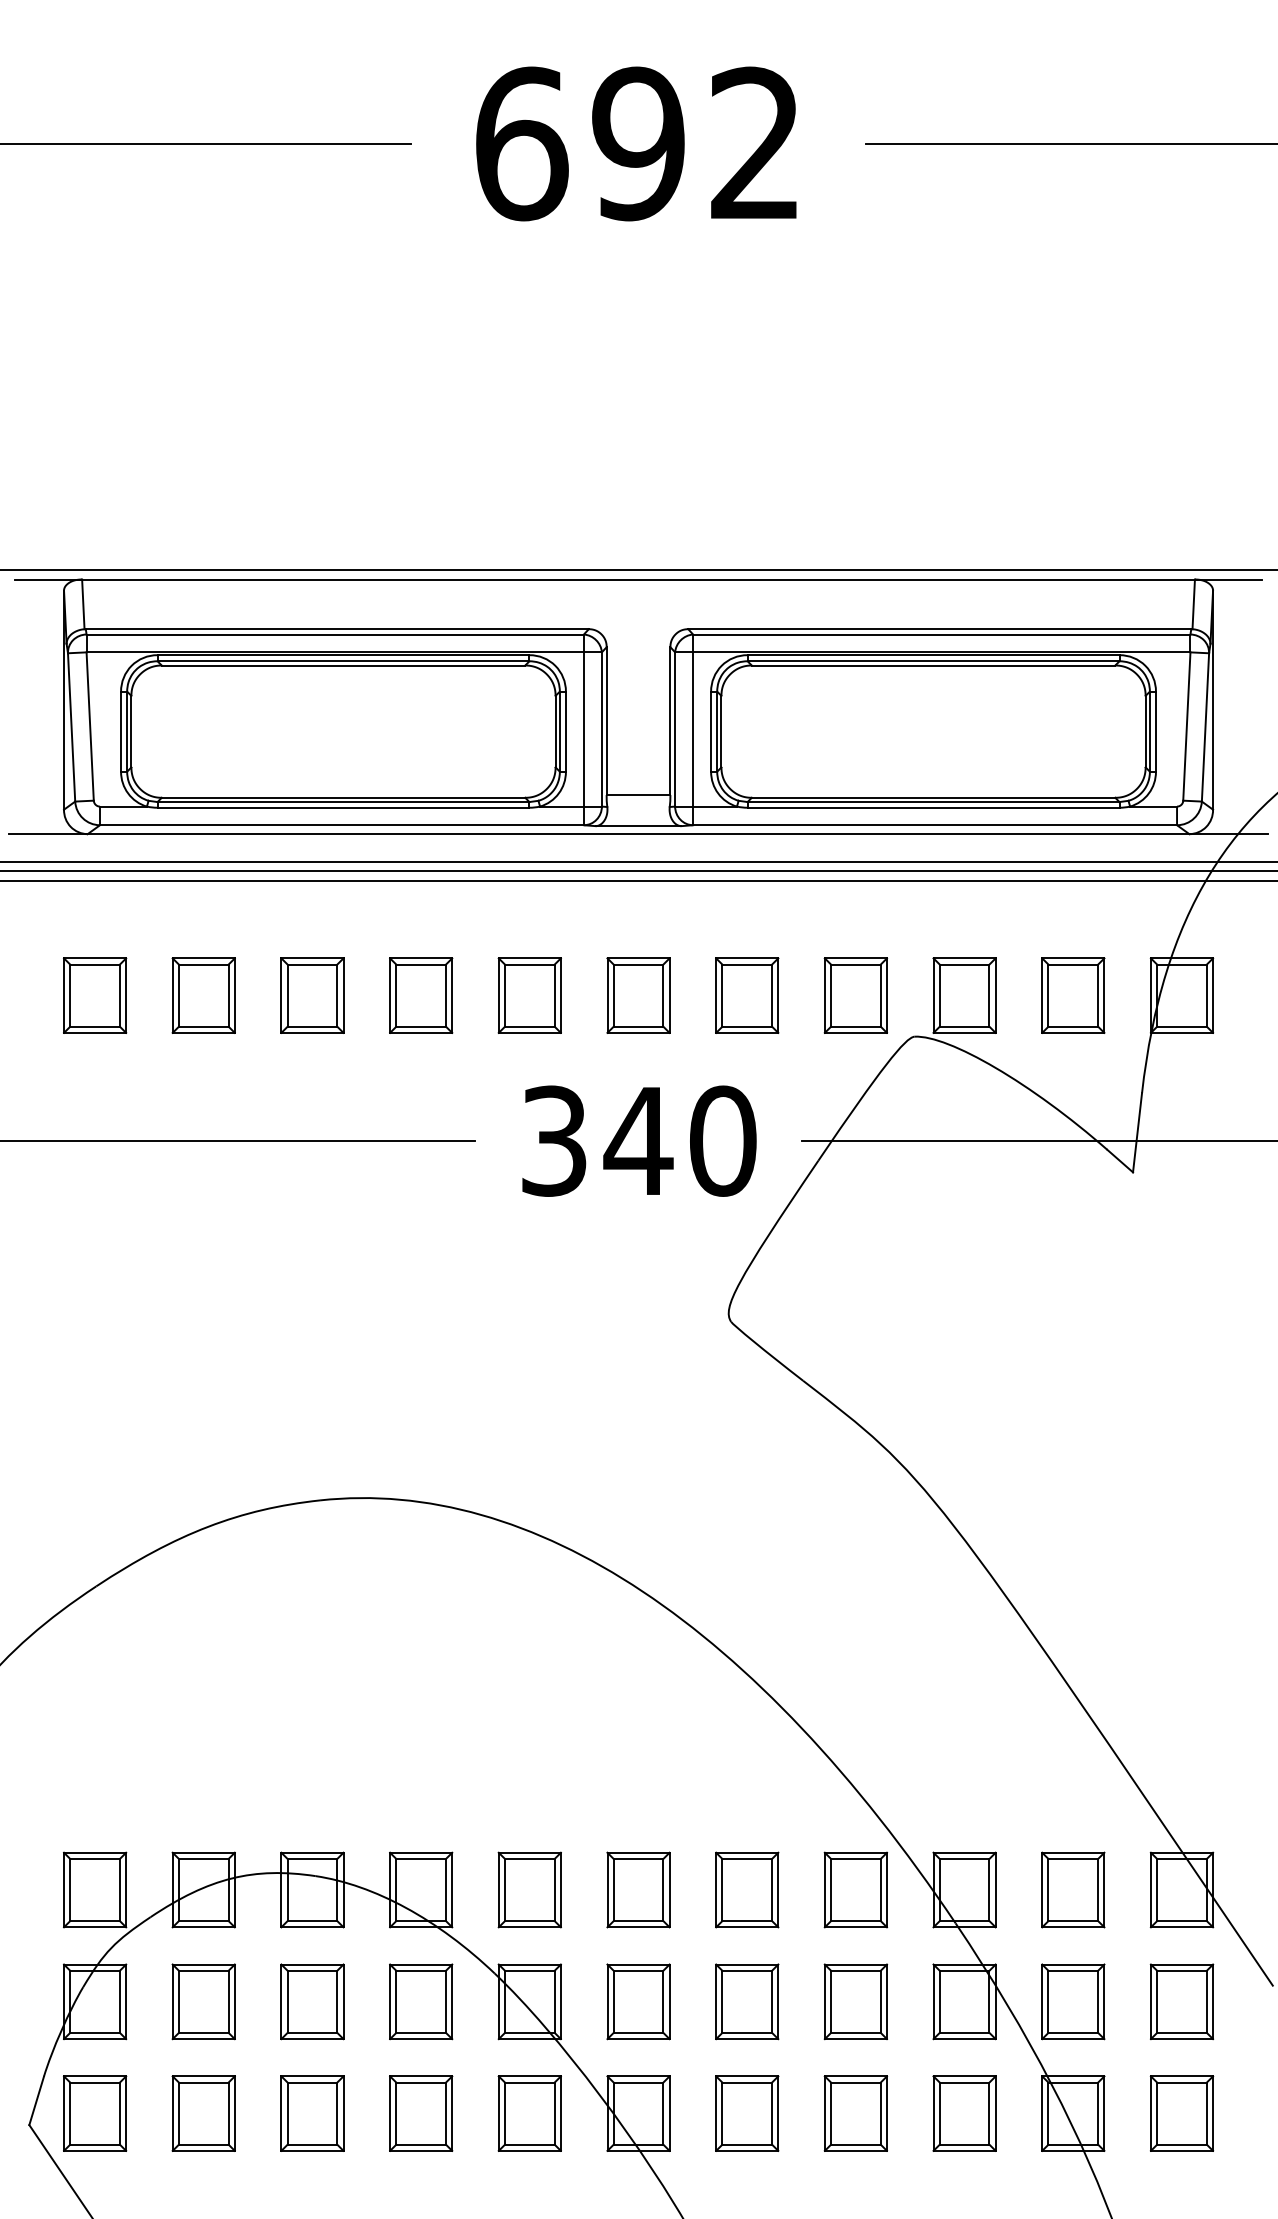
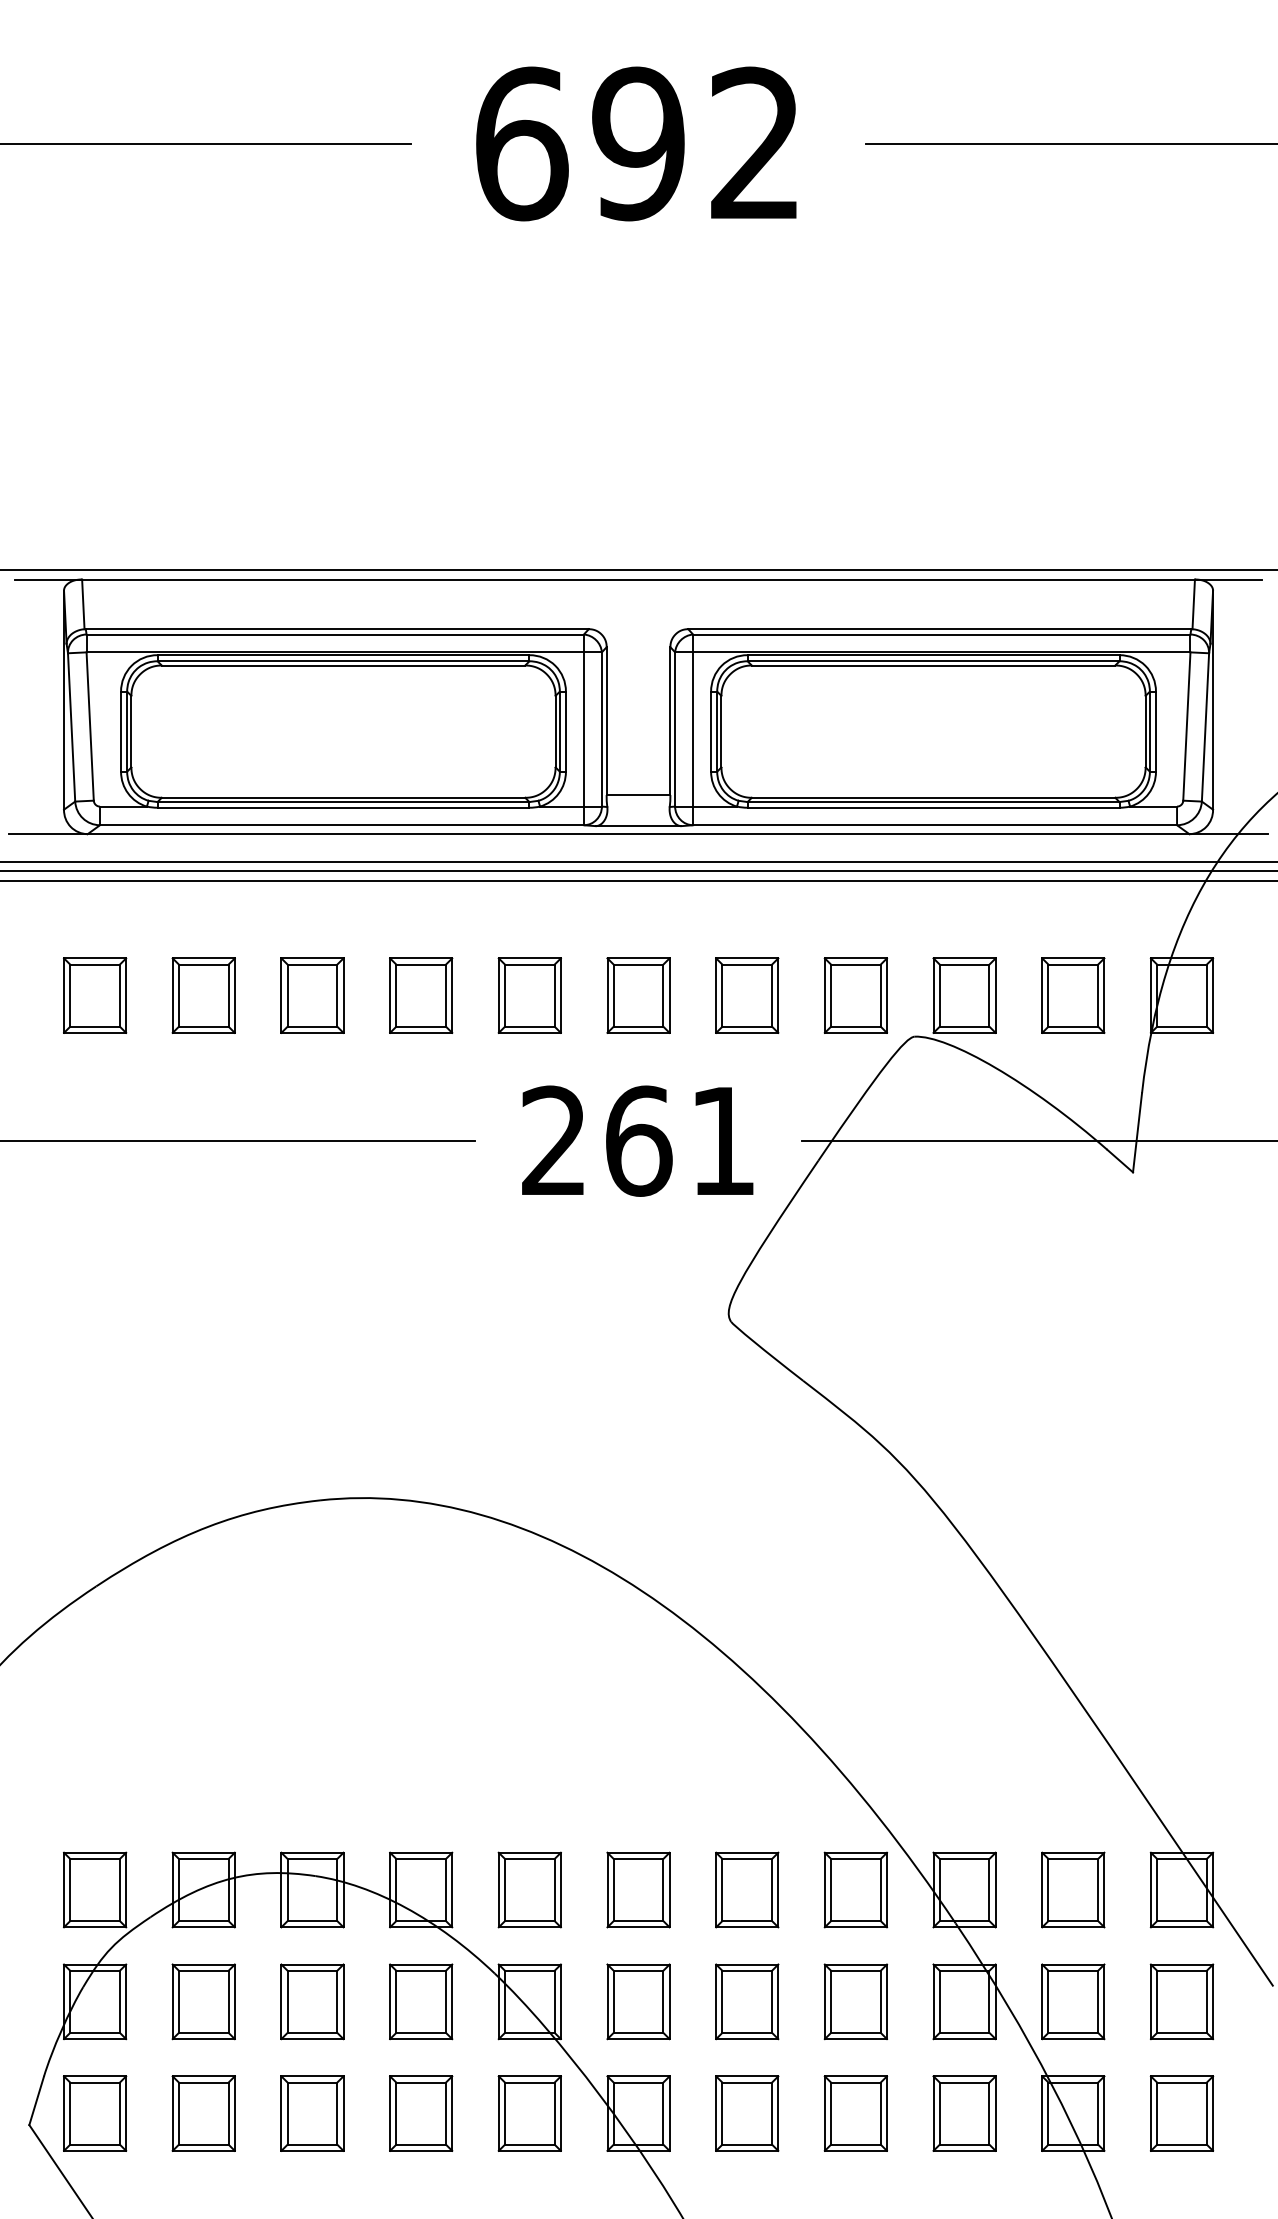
text at (639, 1140): 340 -> 261
